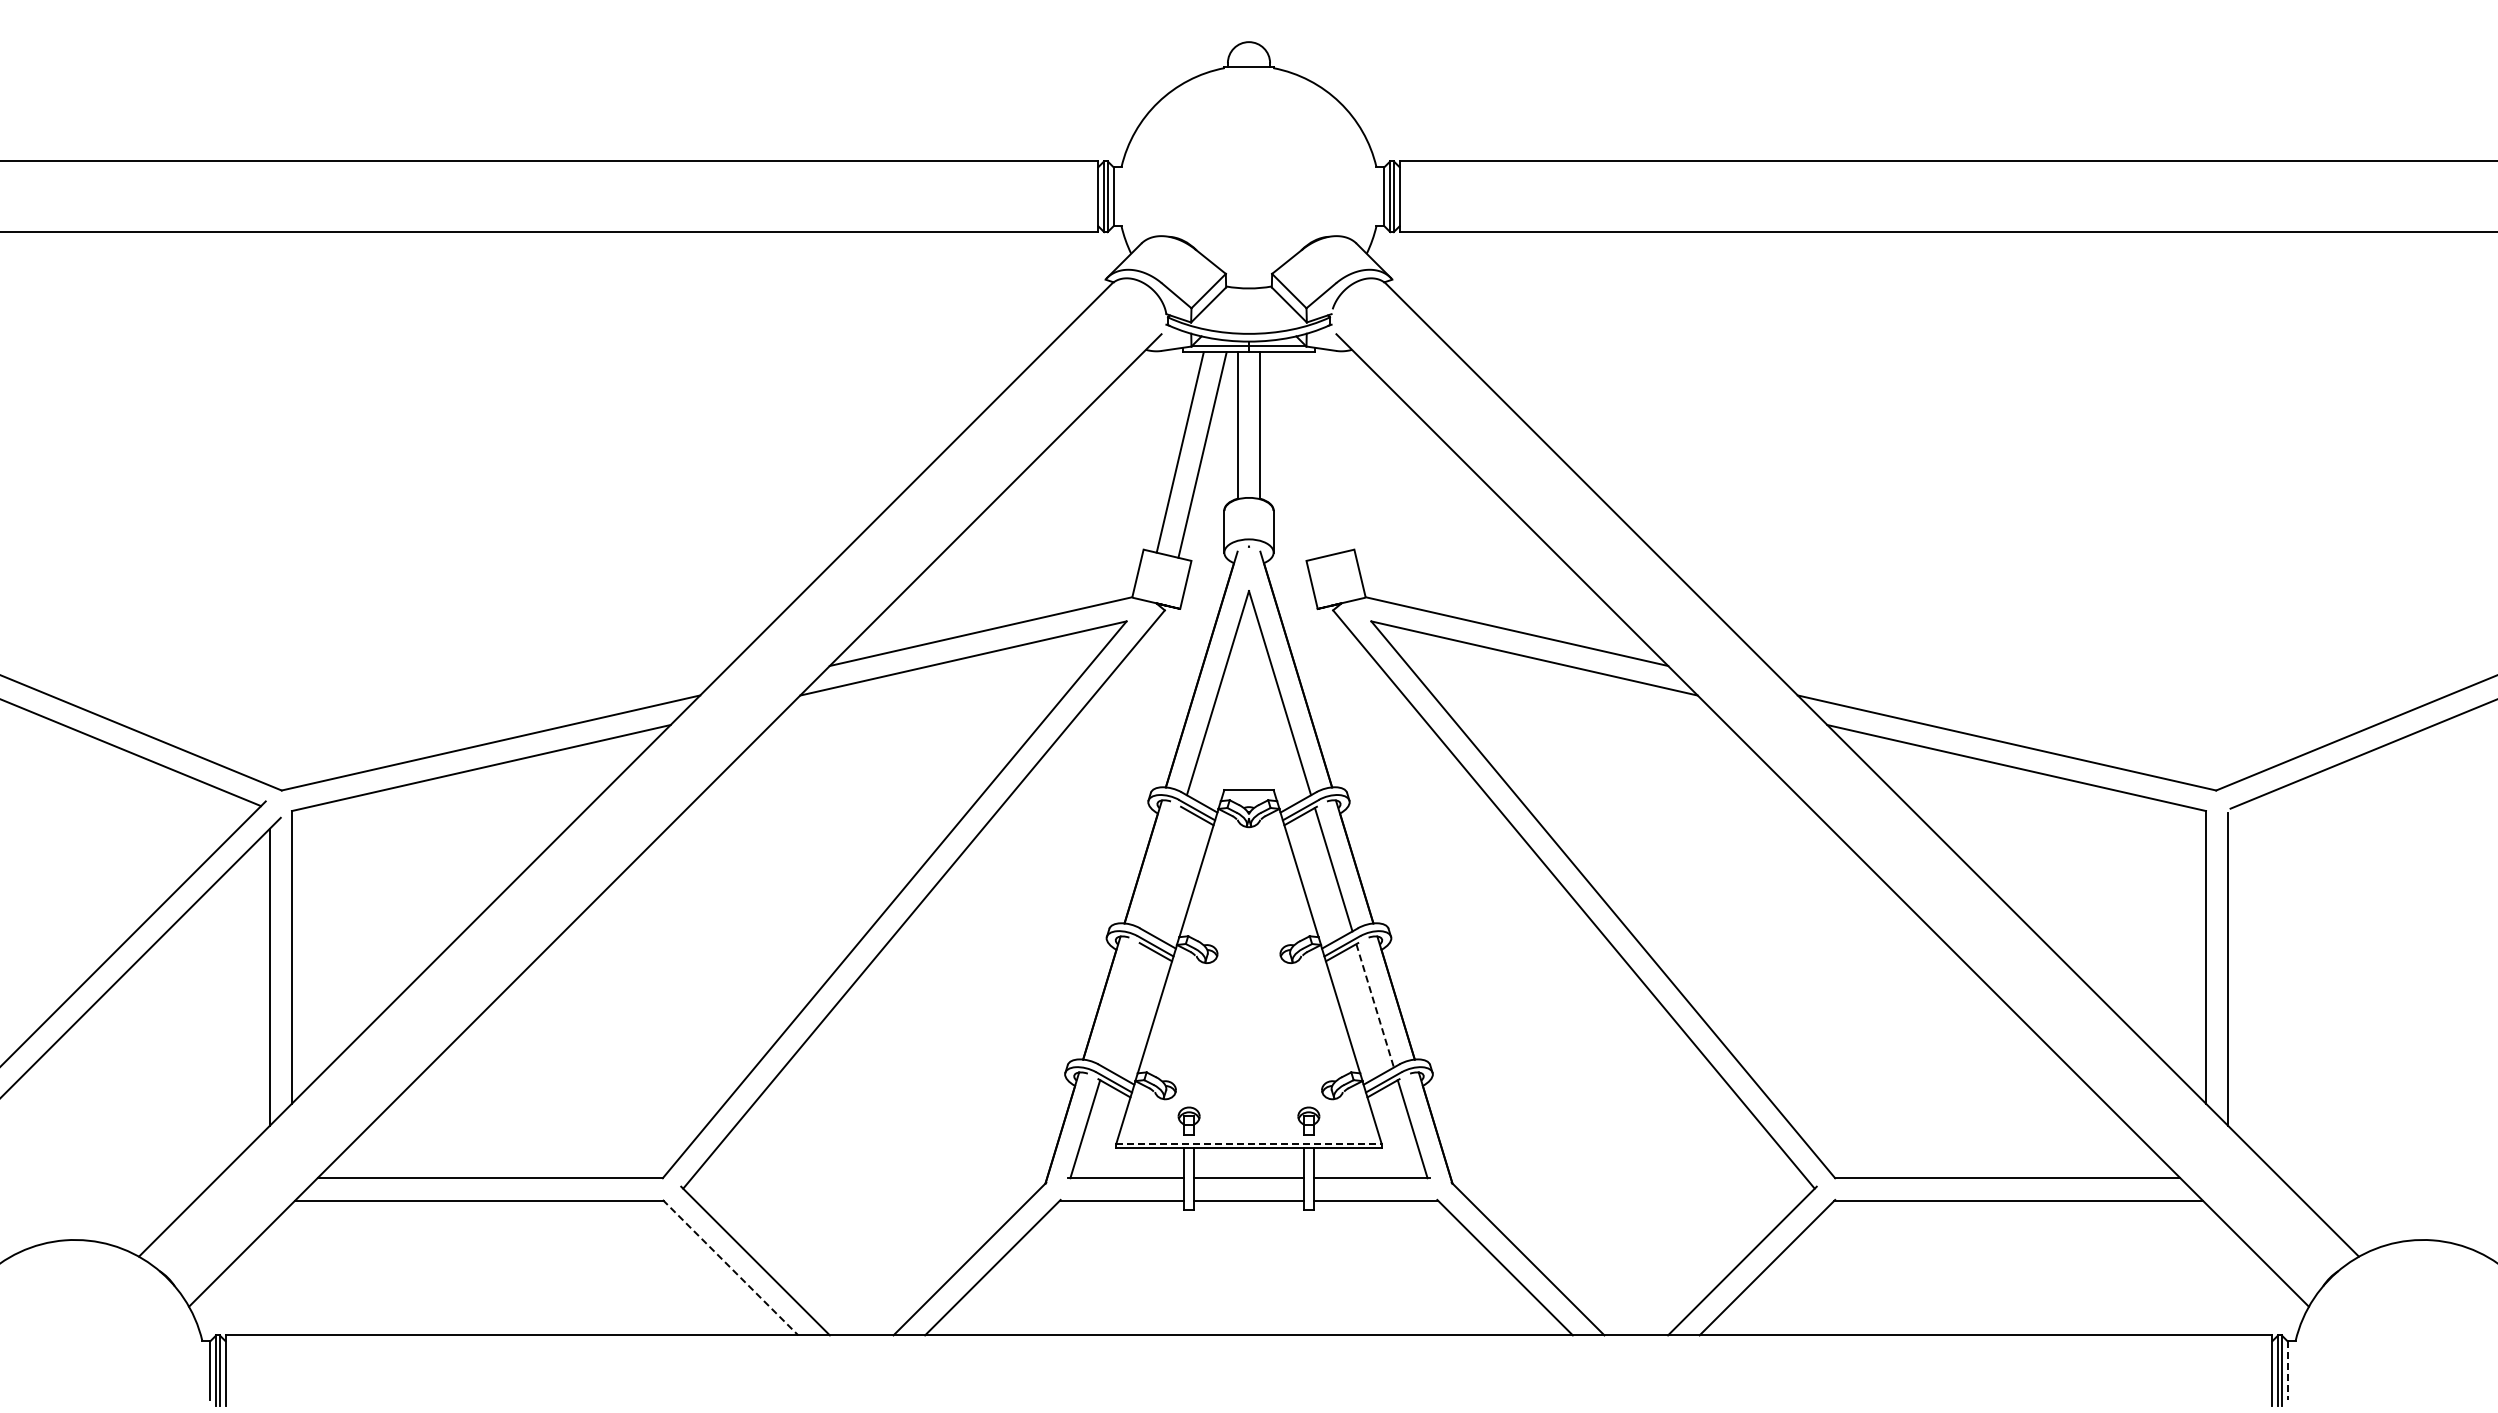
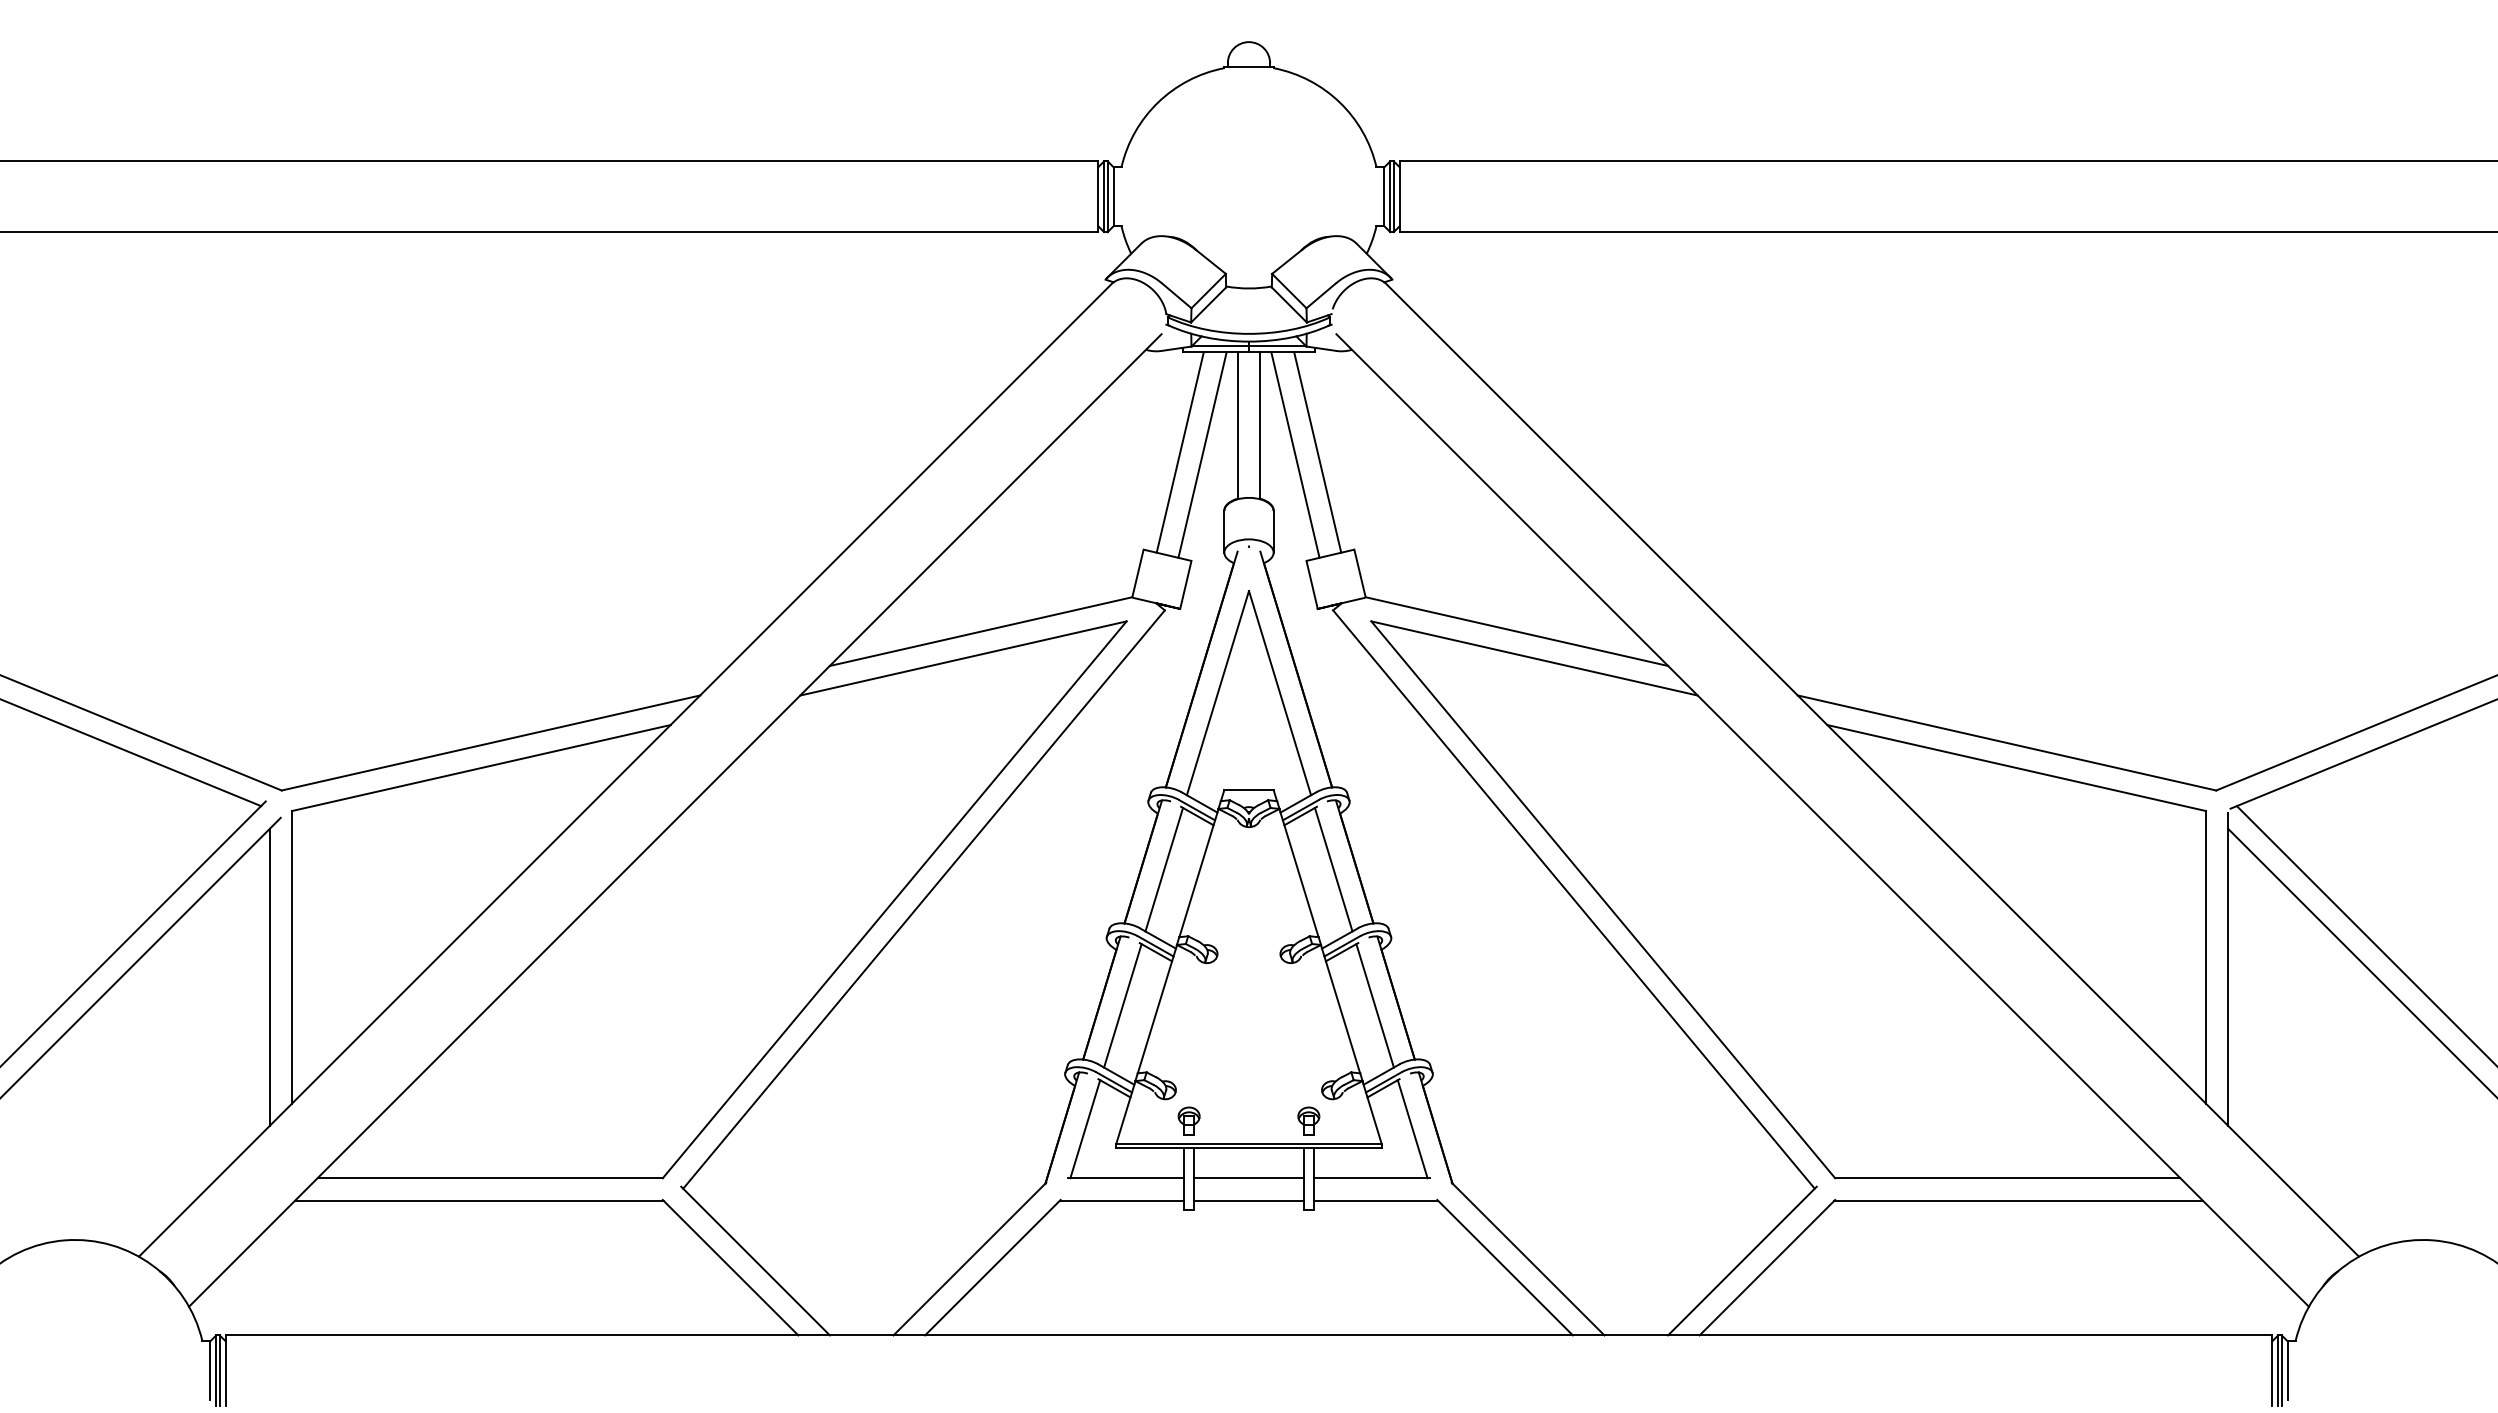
line at (1317, 452): none -> present
line at (1295, 454): none -> present
line at (1164, 869): none -> present
line at (2365, 934): none -> present
line at (2361, 962): none -> present
line at (1122, 1005): none -> present
line at (1375, 1005): dashed -> solid
line at (1249, 1143): dashed -> solid
line at (730, 1267): dashed -> solid
line at (2287, 1370): dashed -> solid
